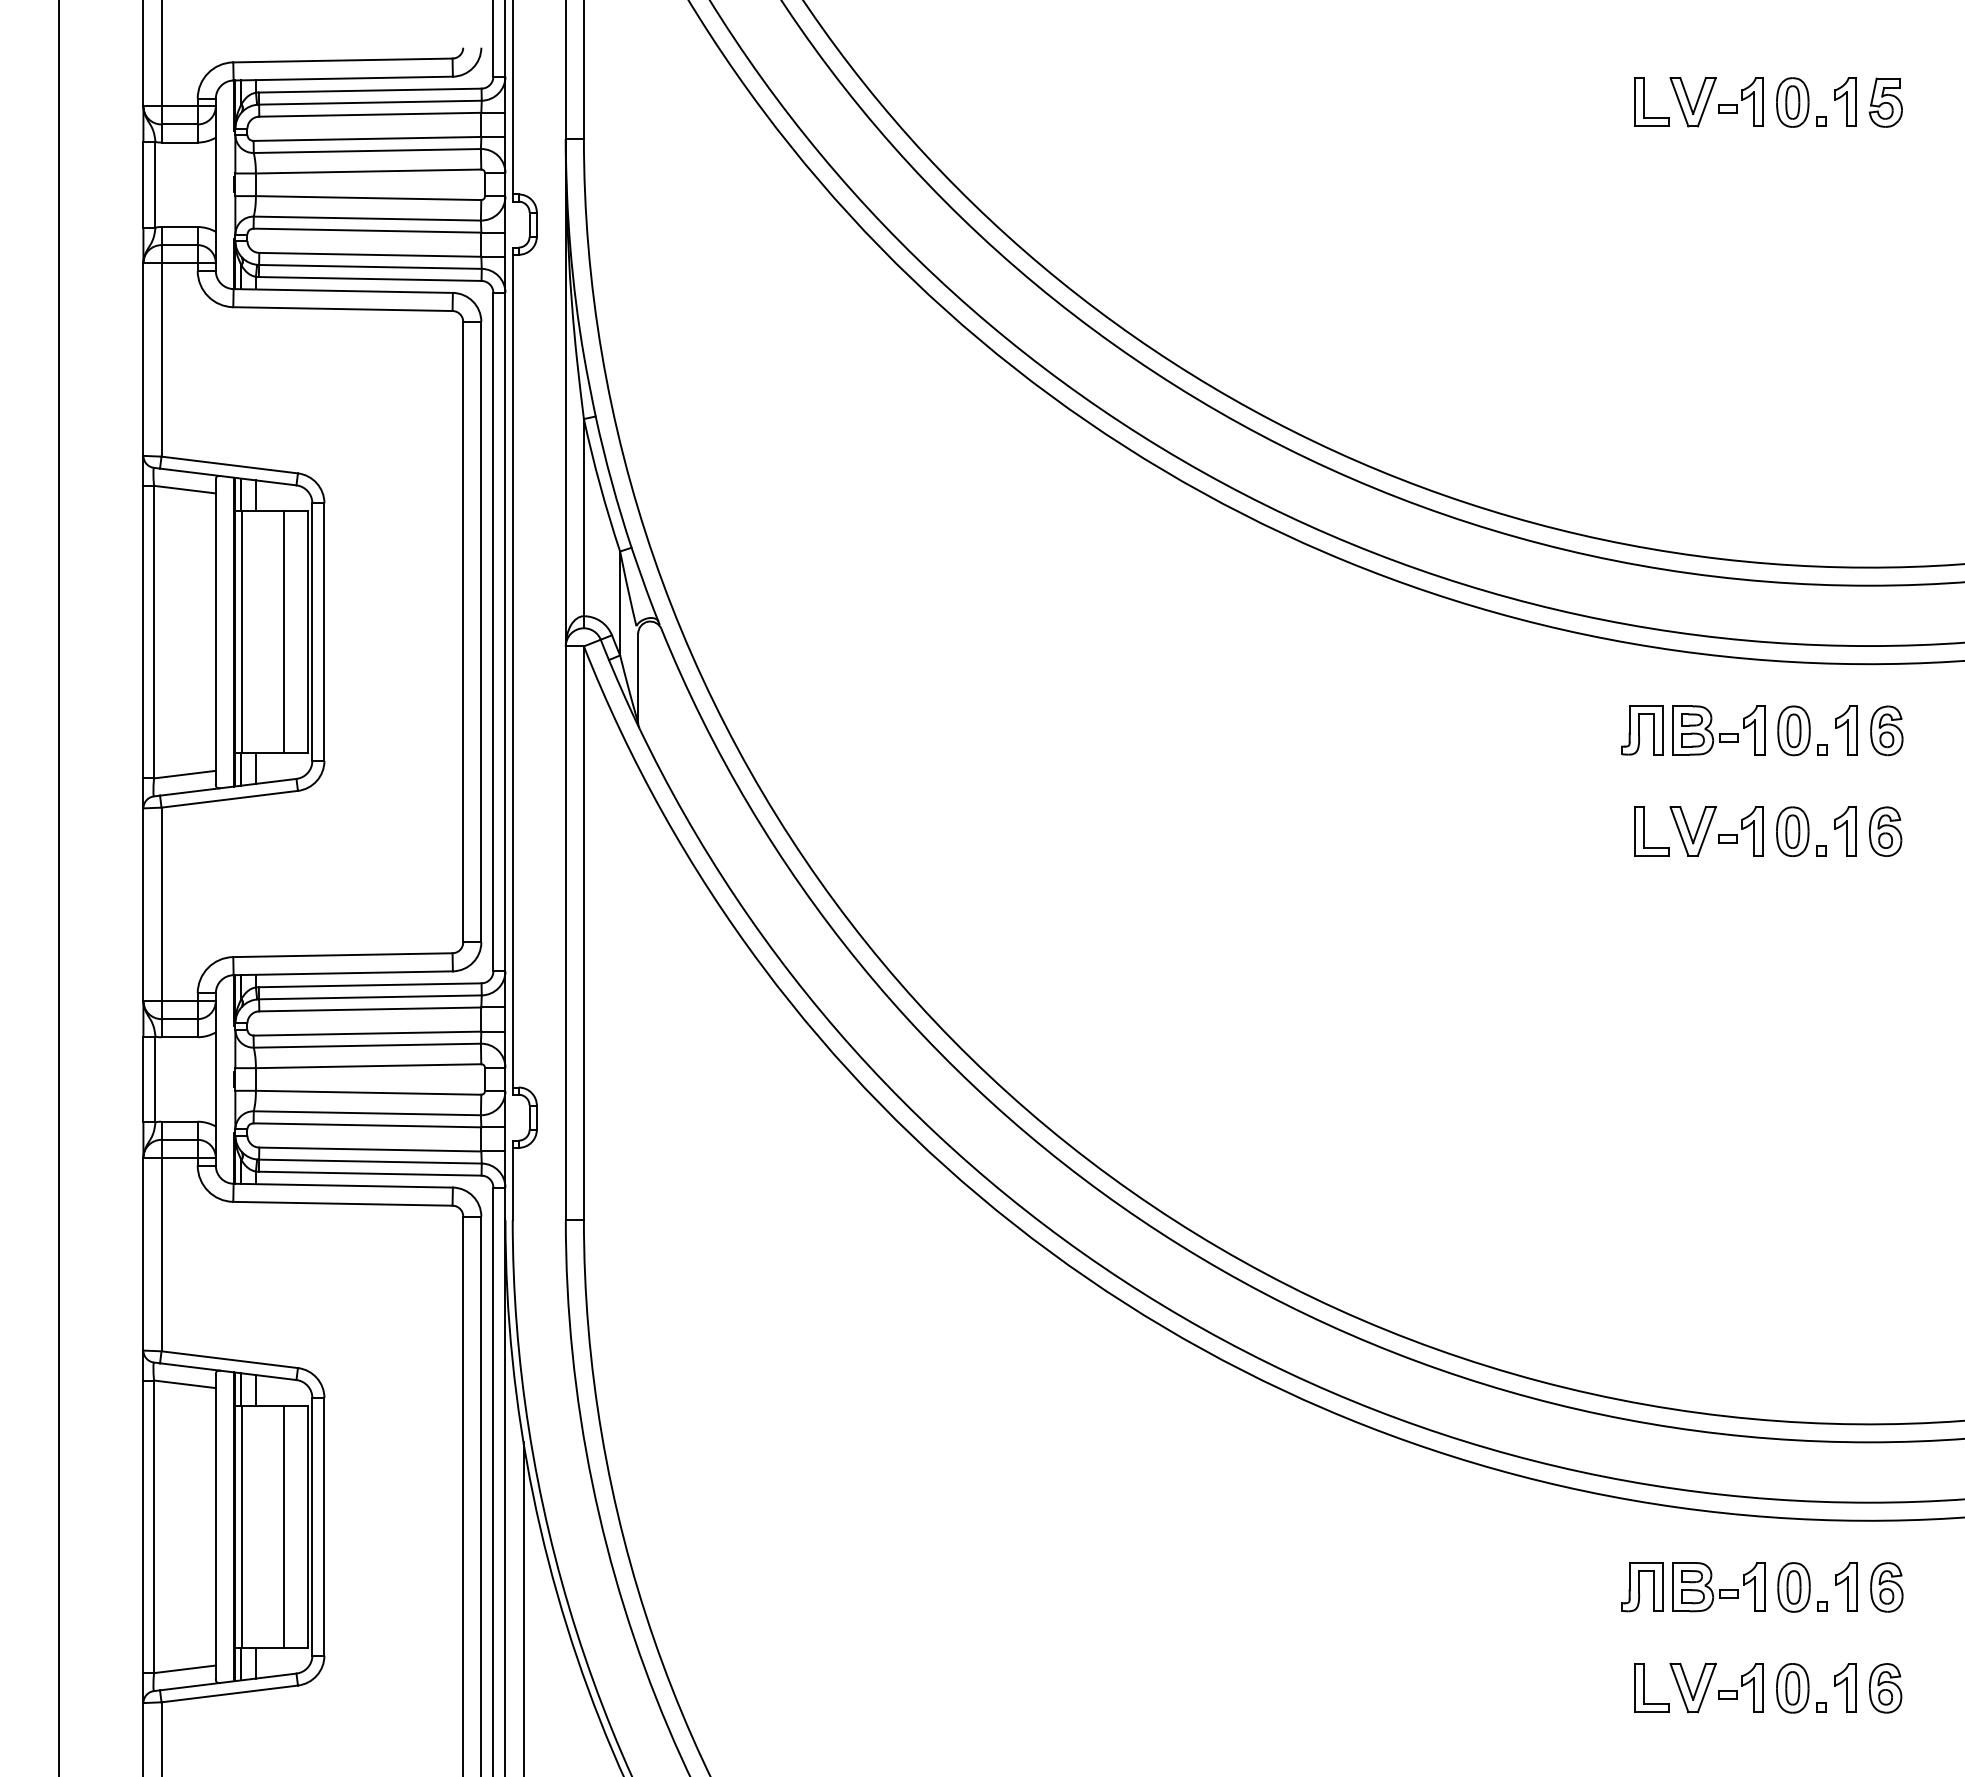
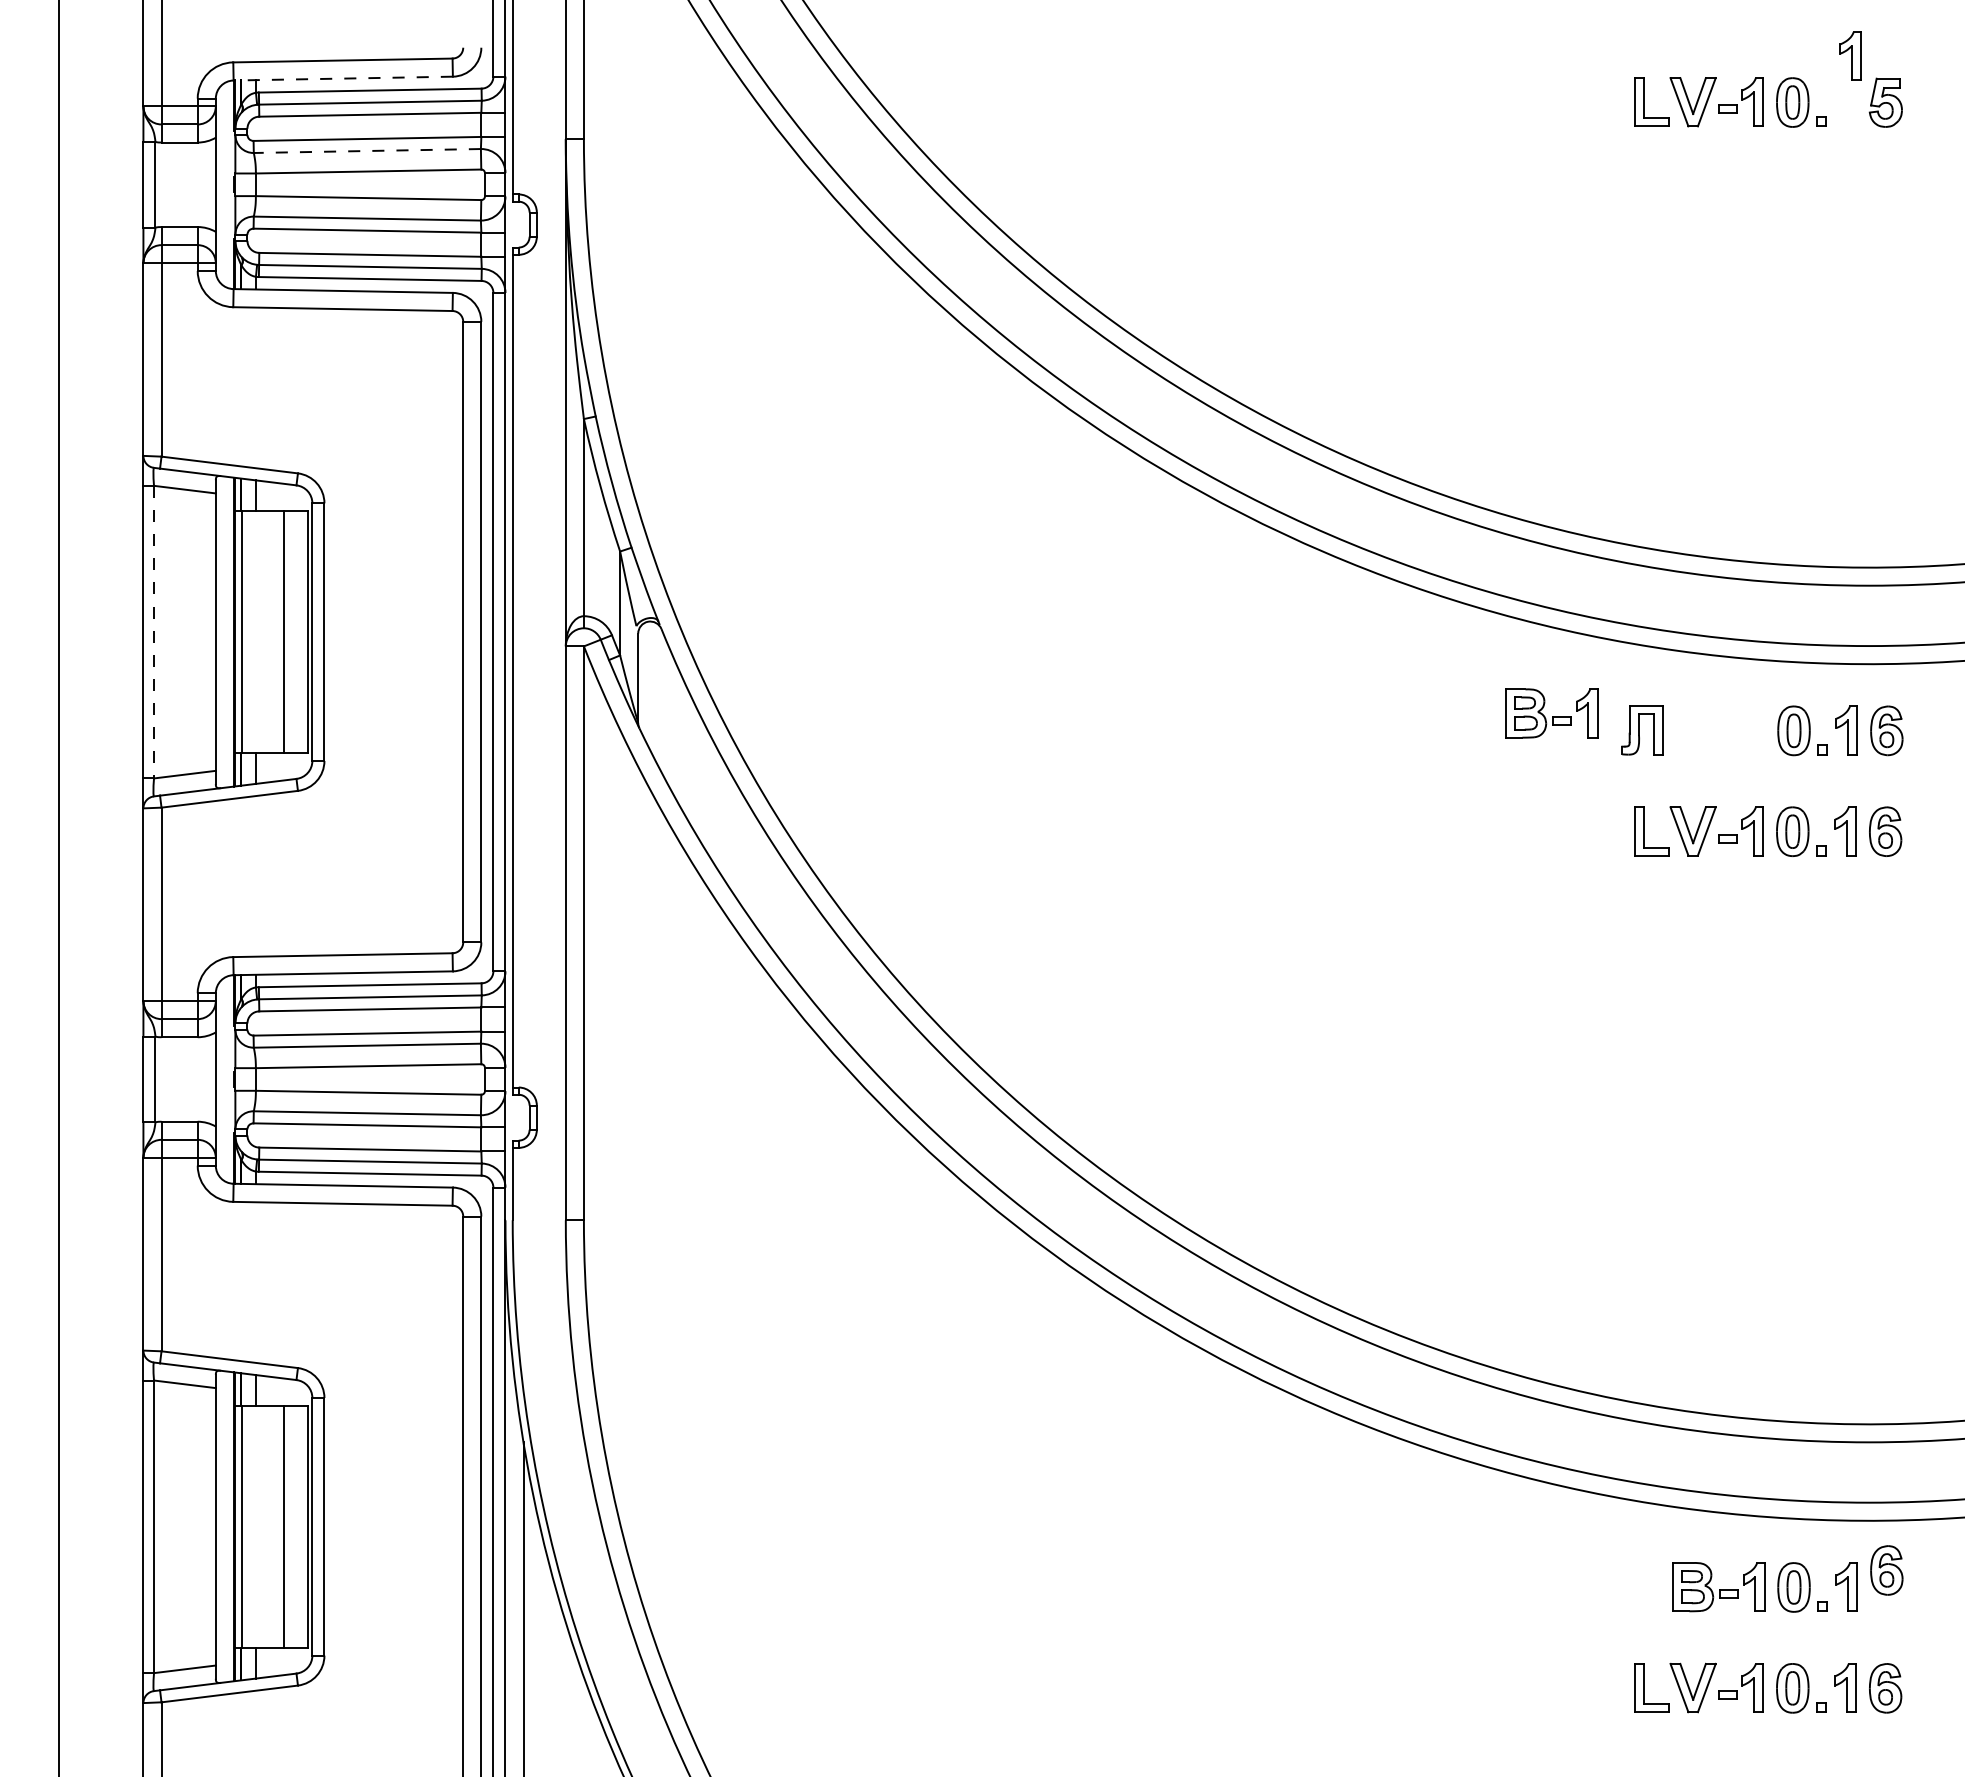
line at (343, 78): solid -> dashed
part at (1845, 101) position: (1845, 101) -> (1850, 55)
line at (367, 151): solid -> dashed
line at (154, 632): solid -> dashed
part at (1718, 730) position: (1718, 730) -> (1551, 713)
part at (1642, 1587): present -> none
part at (1886, 1587) position: (1886, 1587) -> (1886, 1570)
